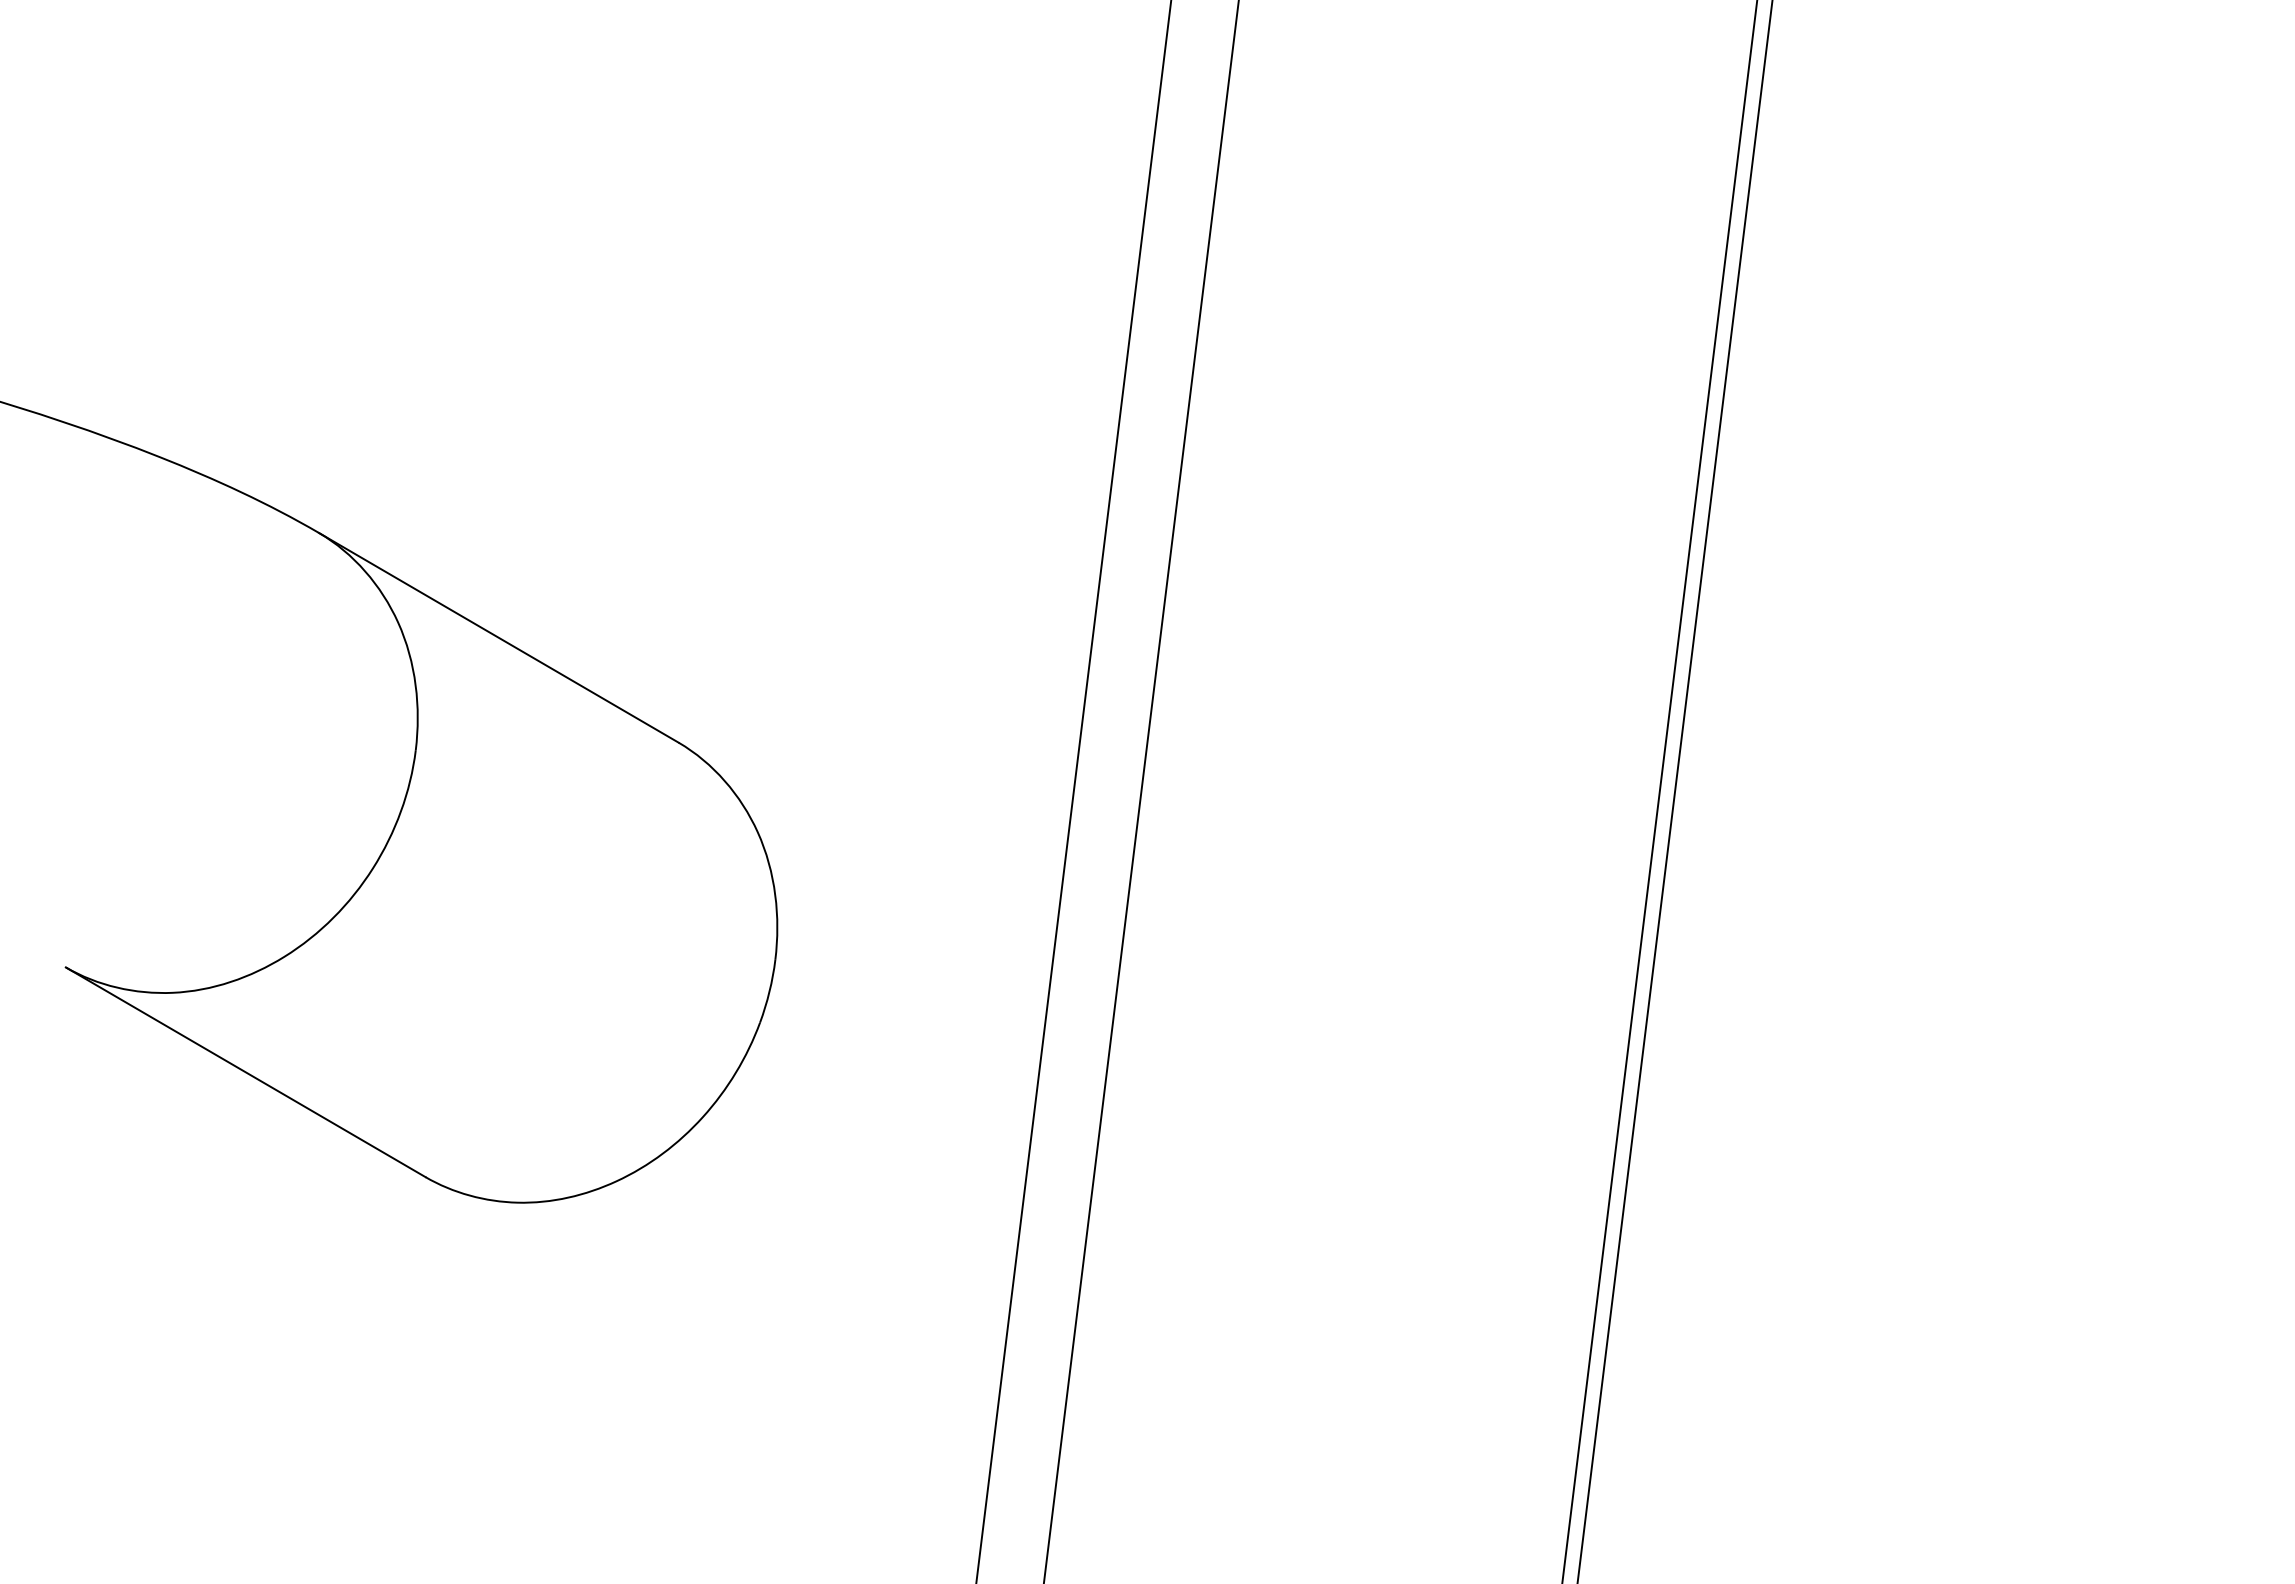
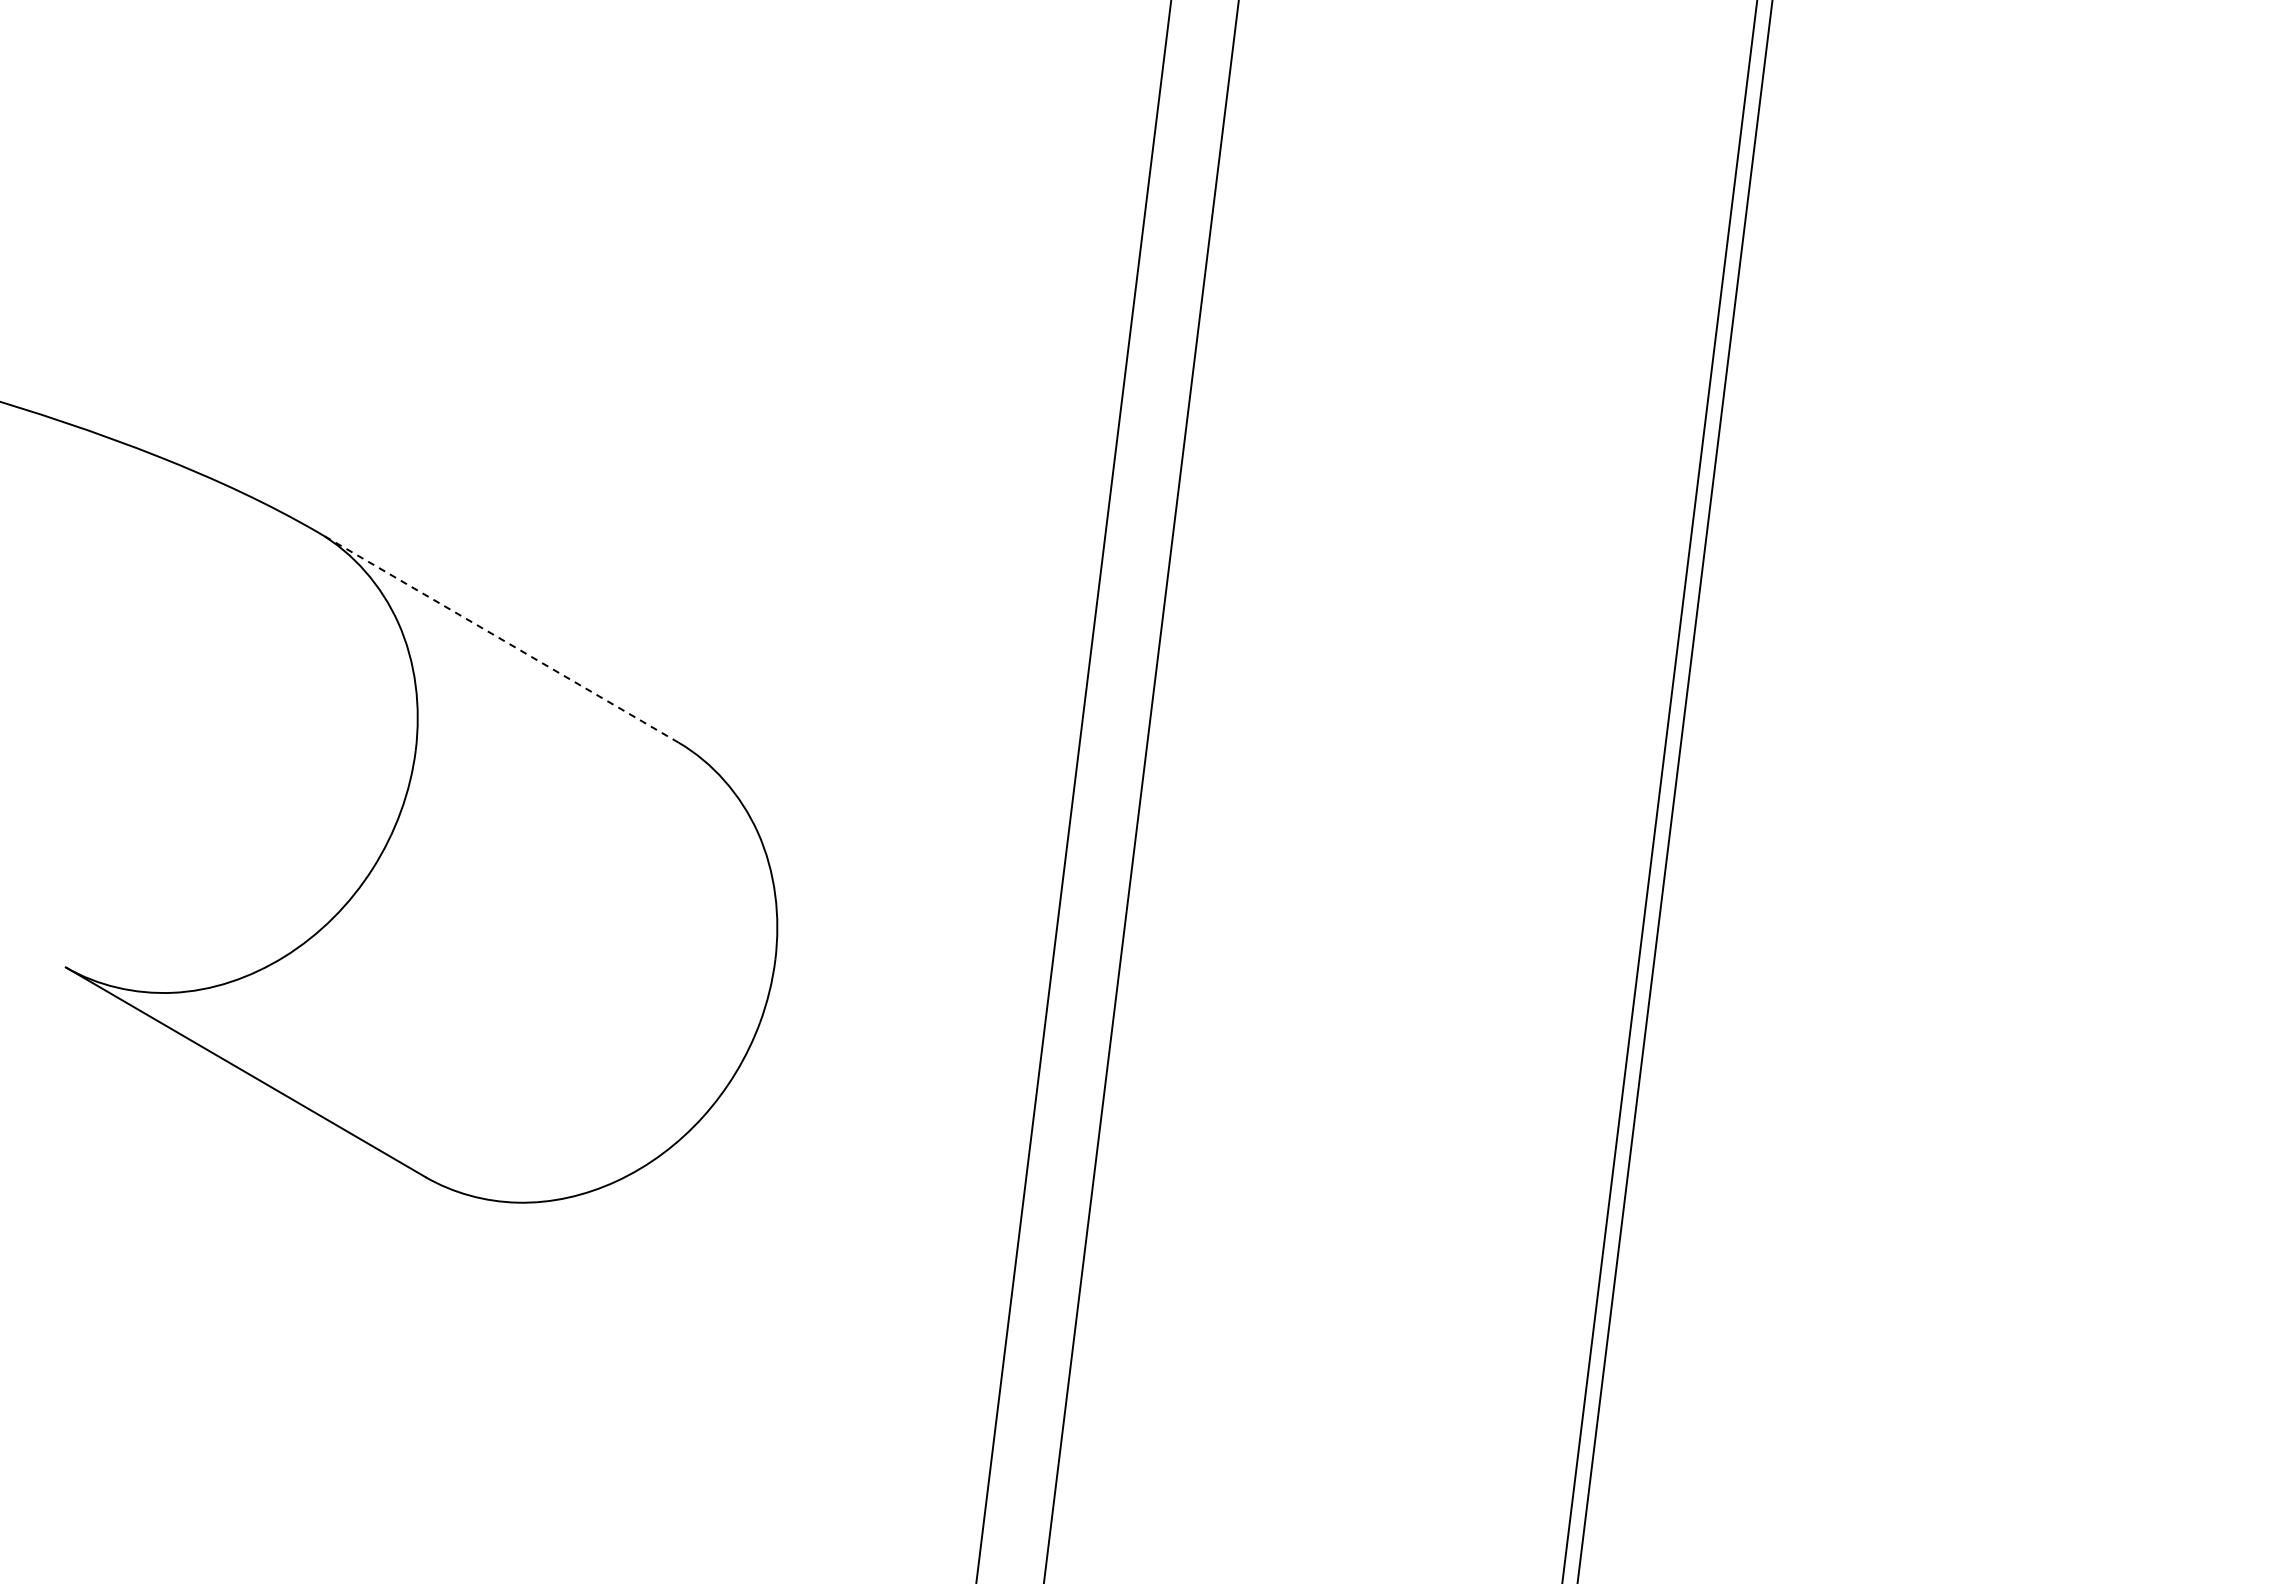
line at (498, 637): solid -> dashed
